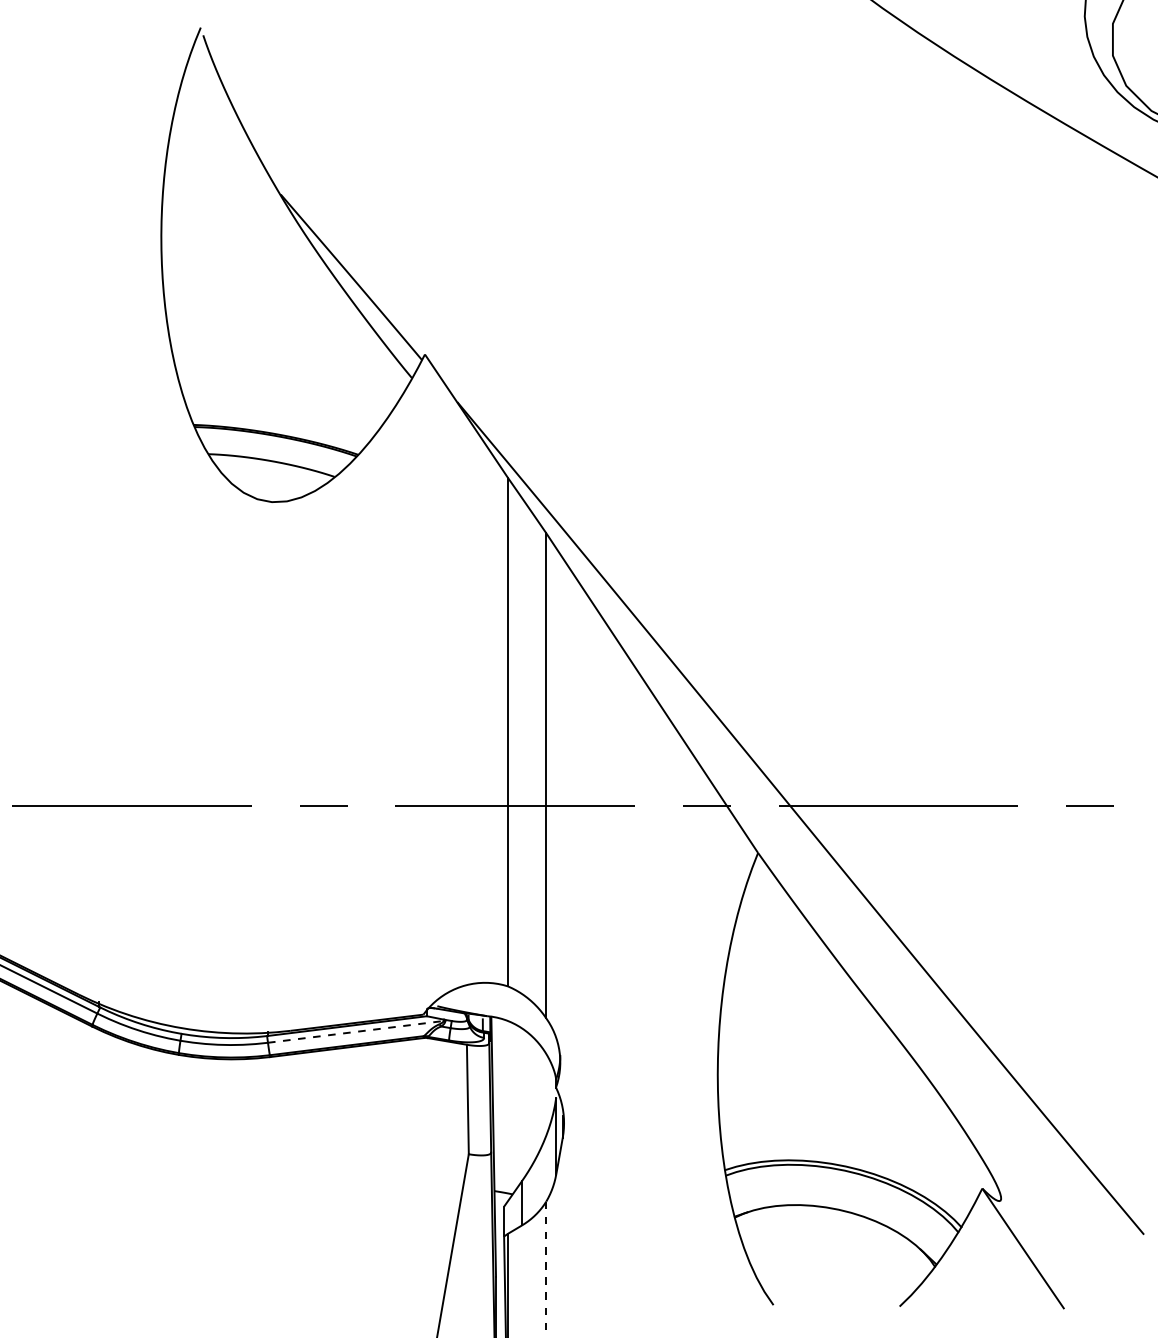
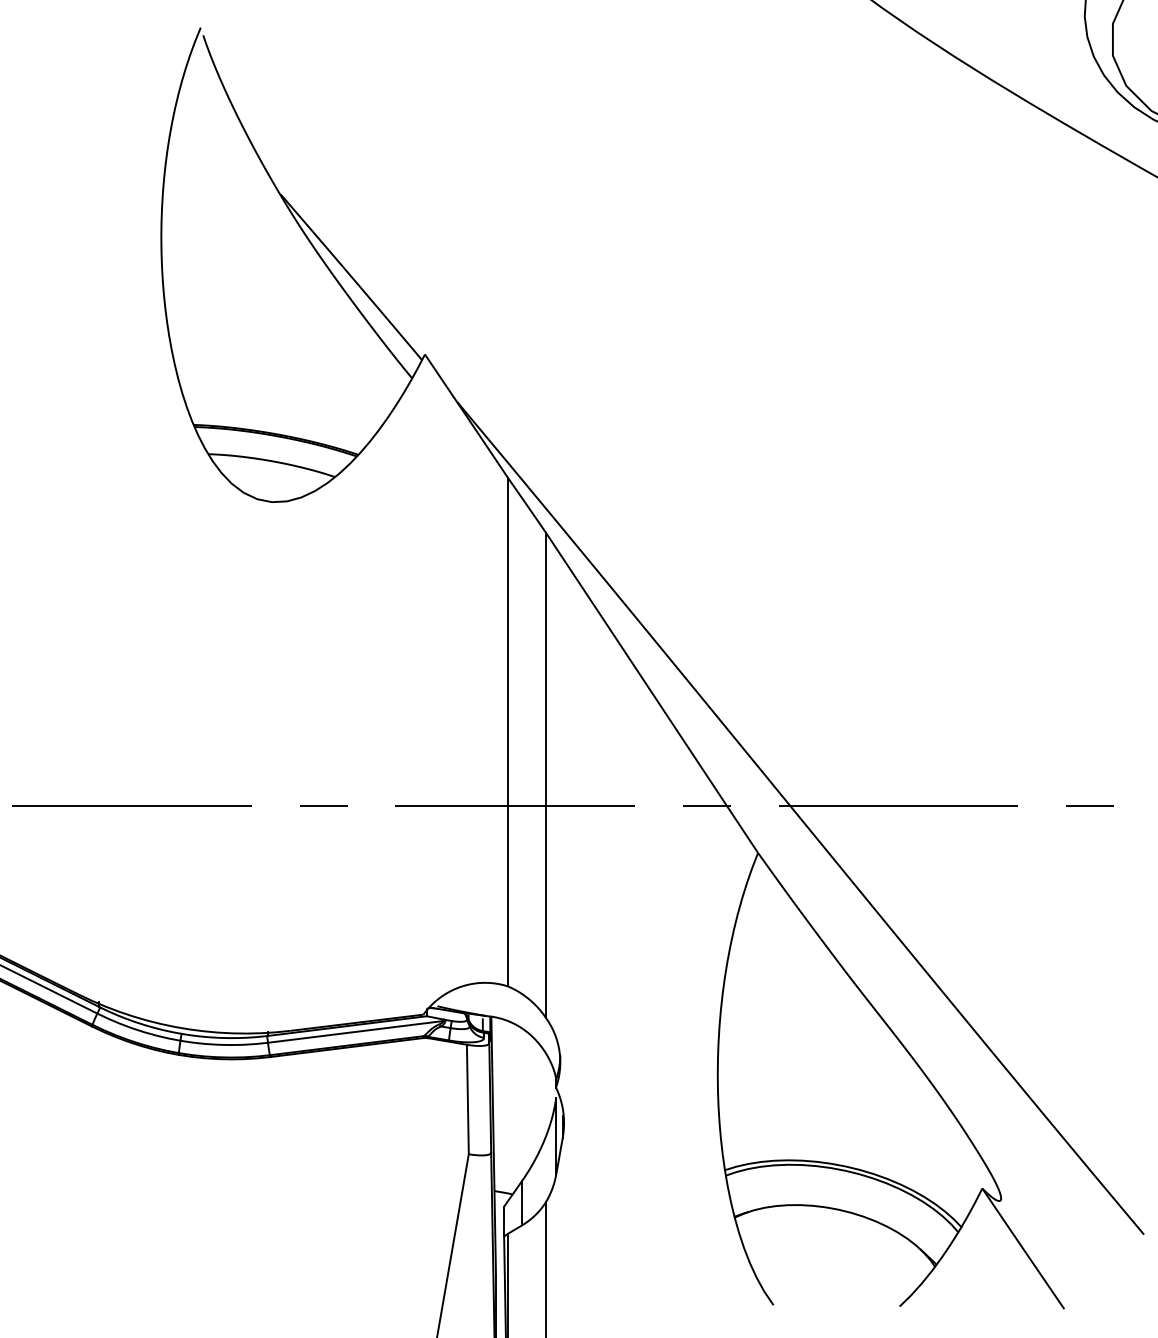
line at (355, 1031): dashed -> solid
line at (546, 1269): dashed -> solid
